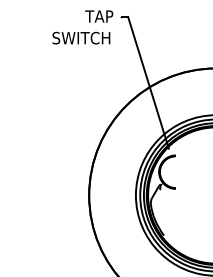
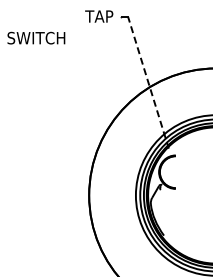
text at (81, 37) position: (81, 37) -> (36, 37)
line at (148, 82): solid -> dashed
